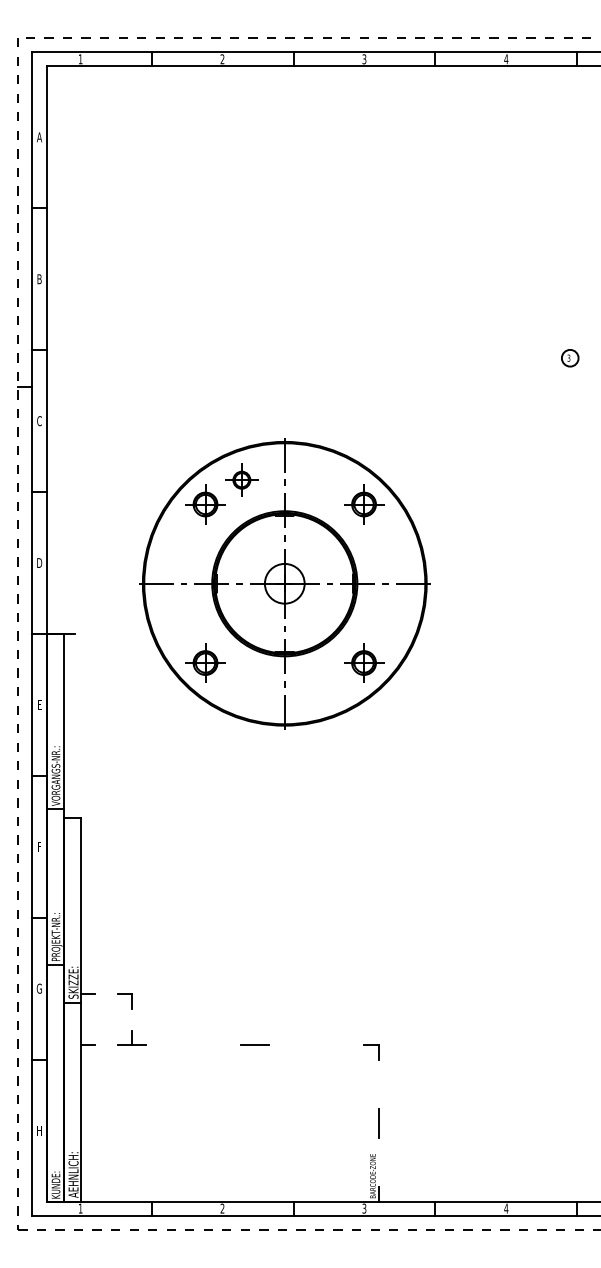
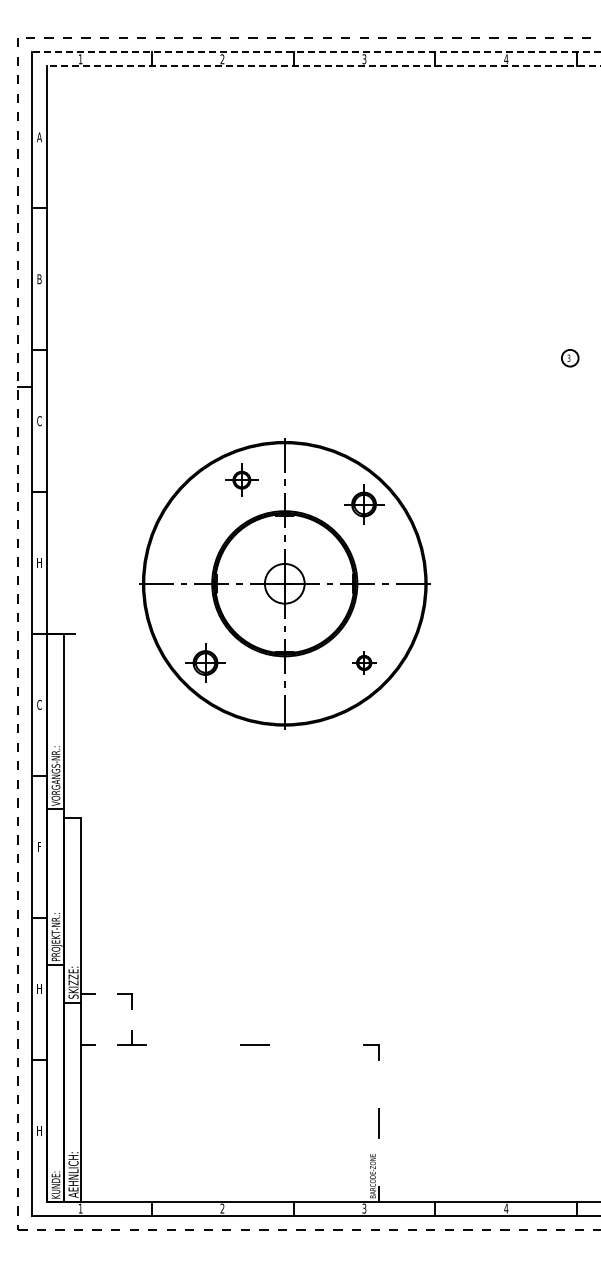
line at (316, 52): solid -> dashed
line at (323, 66): solid -> dashed
part at (205, 504): present -> none
text at (39, 562): D -> H
part at (364, 662) size: 41x40 px -> 25x24 px
text at (39, 704): E -> C
text at (38, 988): G -> H
